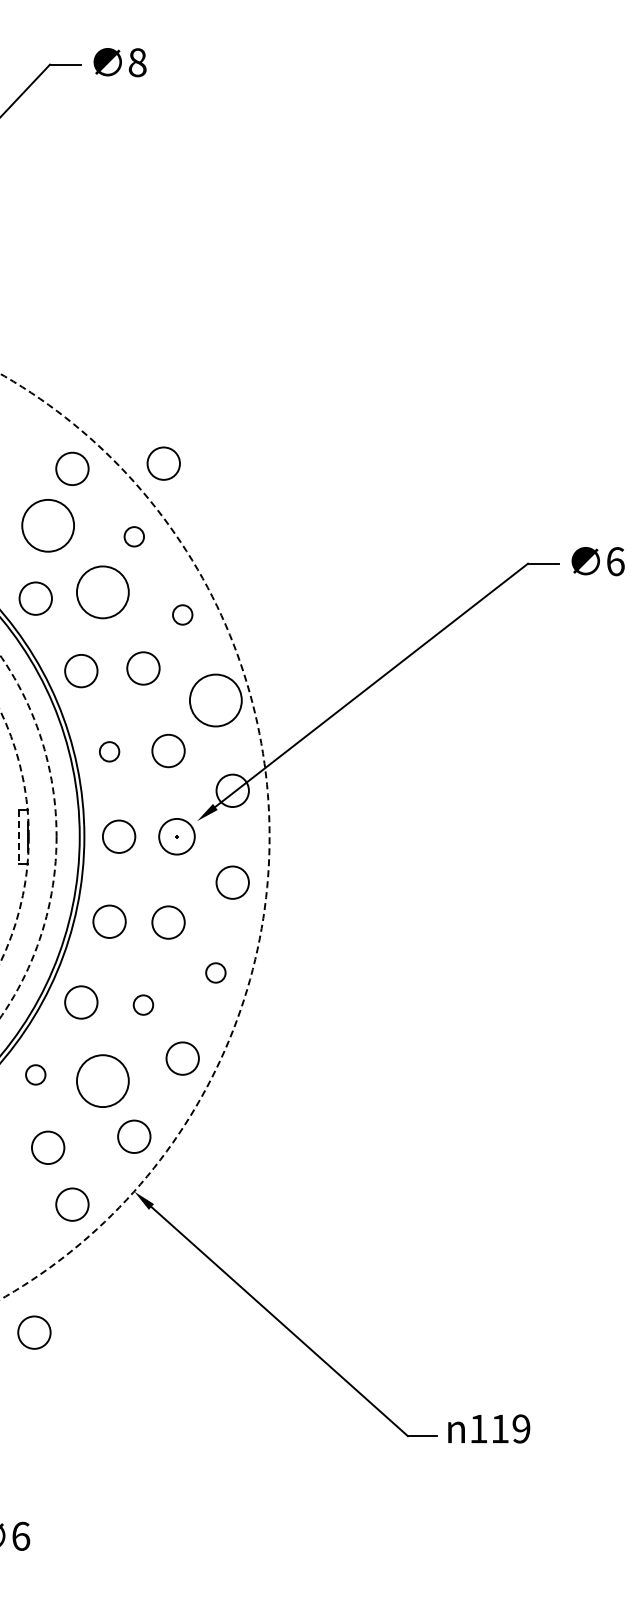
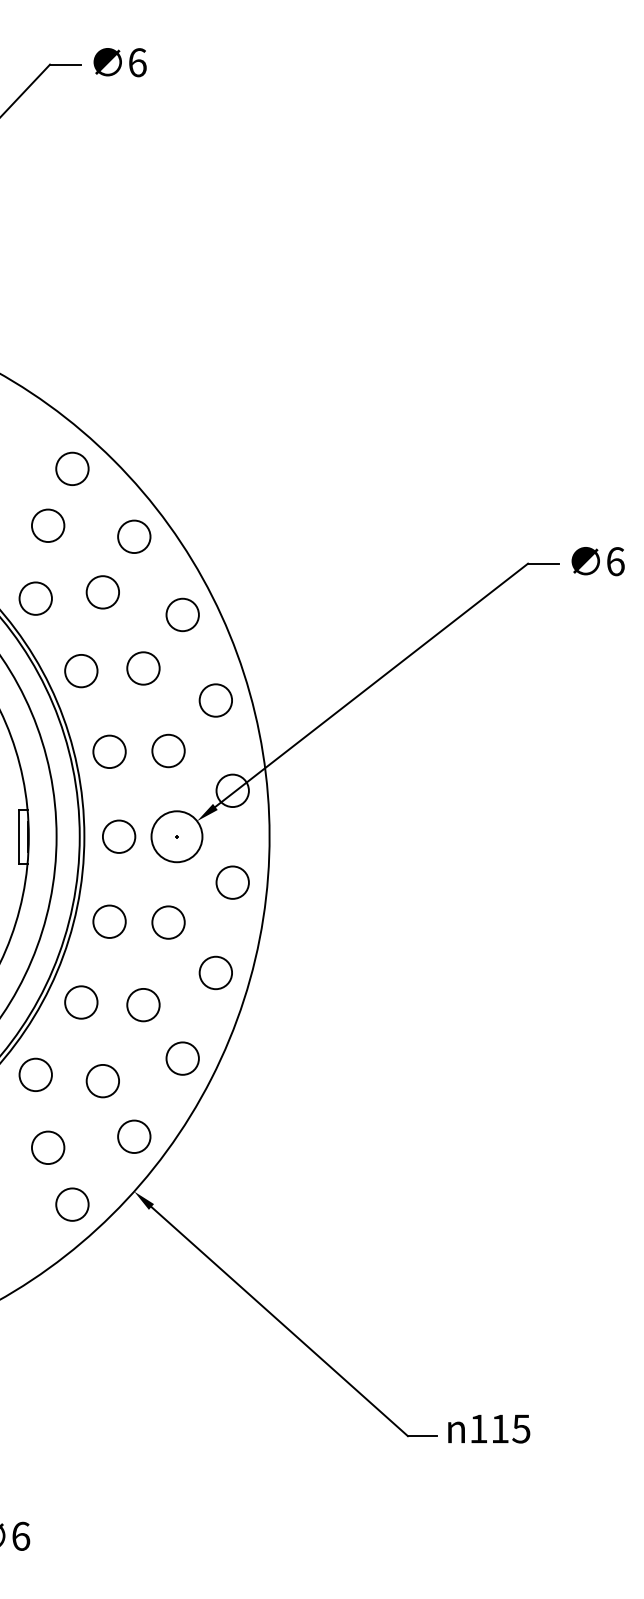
text at (137, 62): 8 -> 6
circle at (163, 463): present -> none
circle at (48, 525) diameter: 52 px -> 32 px
circle at (134, 536) diameter: 19 px -> 32 px
circle at (102, 592) diameter: 52 px -> 32 px
circle at (182, 614) diameter: 19 px -> 32 px
circle at (215, 700) diameter: 52 px -> 32 px
circle at (109, 751) diameter: 19 px -> 32 px
arc at (269, 835): dashed -> solid
circle at (14, 836): dashed -> solid
line at (19, 836): dashed -> solid
circle at (28, 836): dashed -> solid
circle at (176, 836) diameter: 36 px -> 51 px
circle at (215, 972) diameter: 19 px -> 32 px
circle at (143, 1004) diameter: 19 px -> 32 px
circle at (35, 1074) diameter: 19 px -> 32 px
circle at (102, 1081) diameter: 52 px -> 32 px
circle at (34, 1332): present -> none
text at (521, 1428): n119 -> n115
